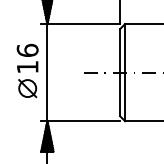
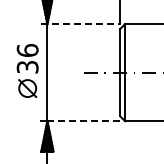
line at (81, 24): solid -> dashed
text at (27, 67): 16 -> 36
line at (83, 121): solid -> dashed
